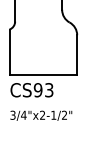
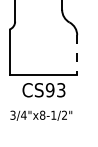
line at (77, 54): solid -> dashed
text at (31, 90) position: (31, 90) -> (43, 90)
text at (42, 114): 3/4"x2-1/2" -> 3/4"x8-1/2"
